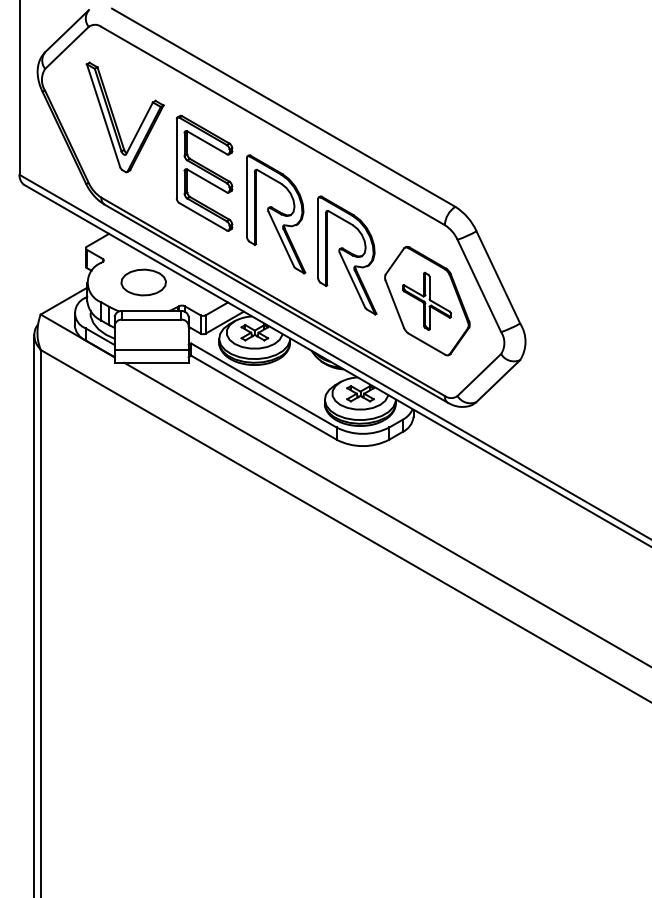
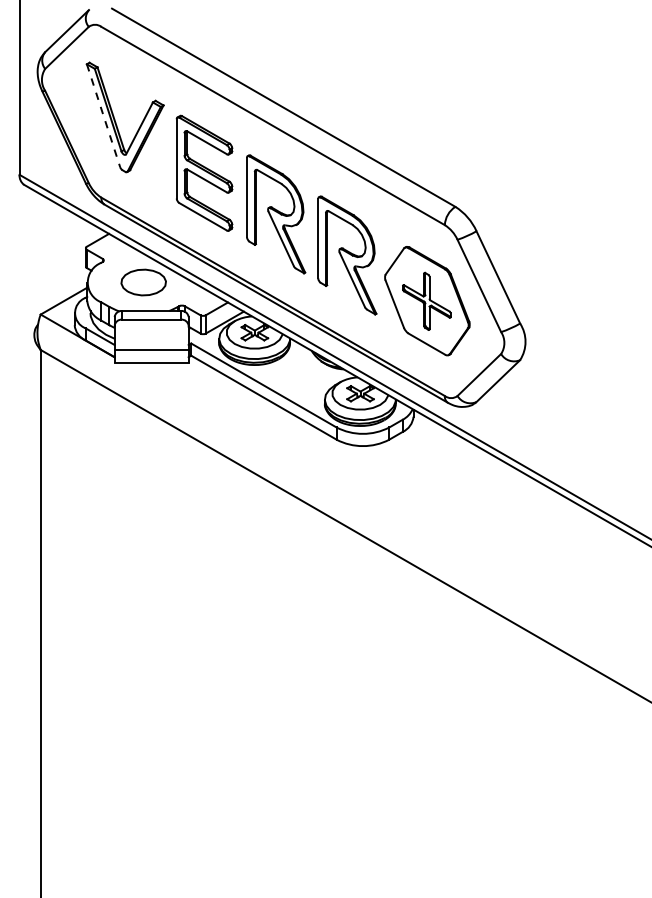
line at (103, 116): solid -> dashed
line at (386, 513): present -> none
line at (34, 614): present -> none
